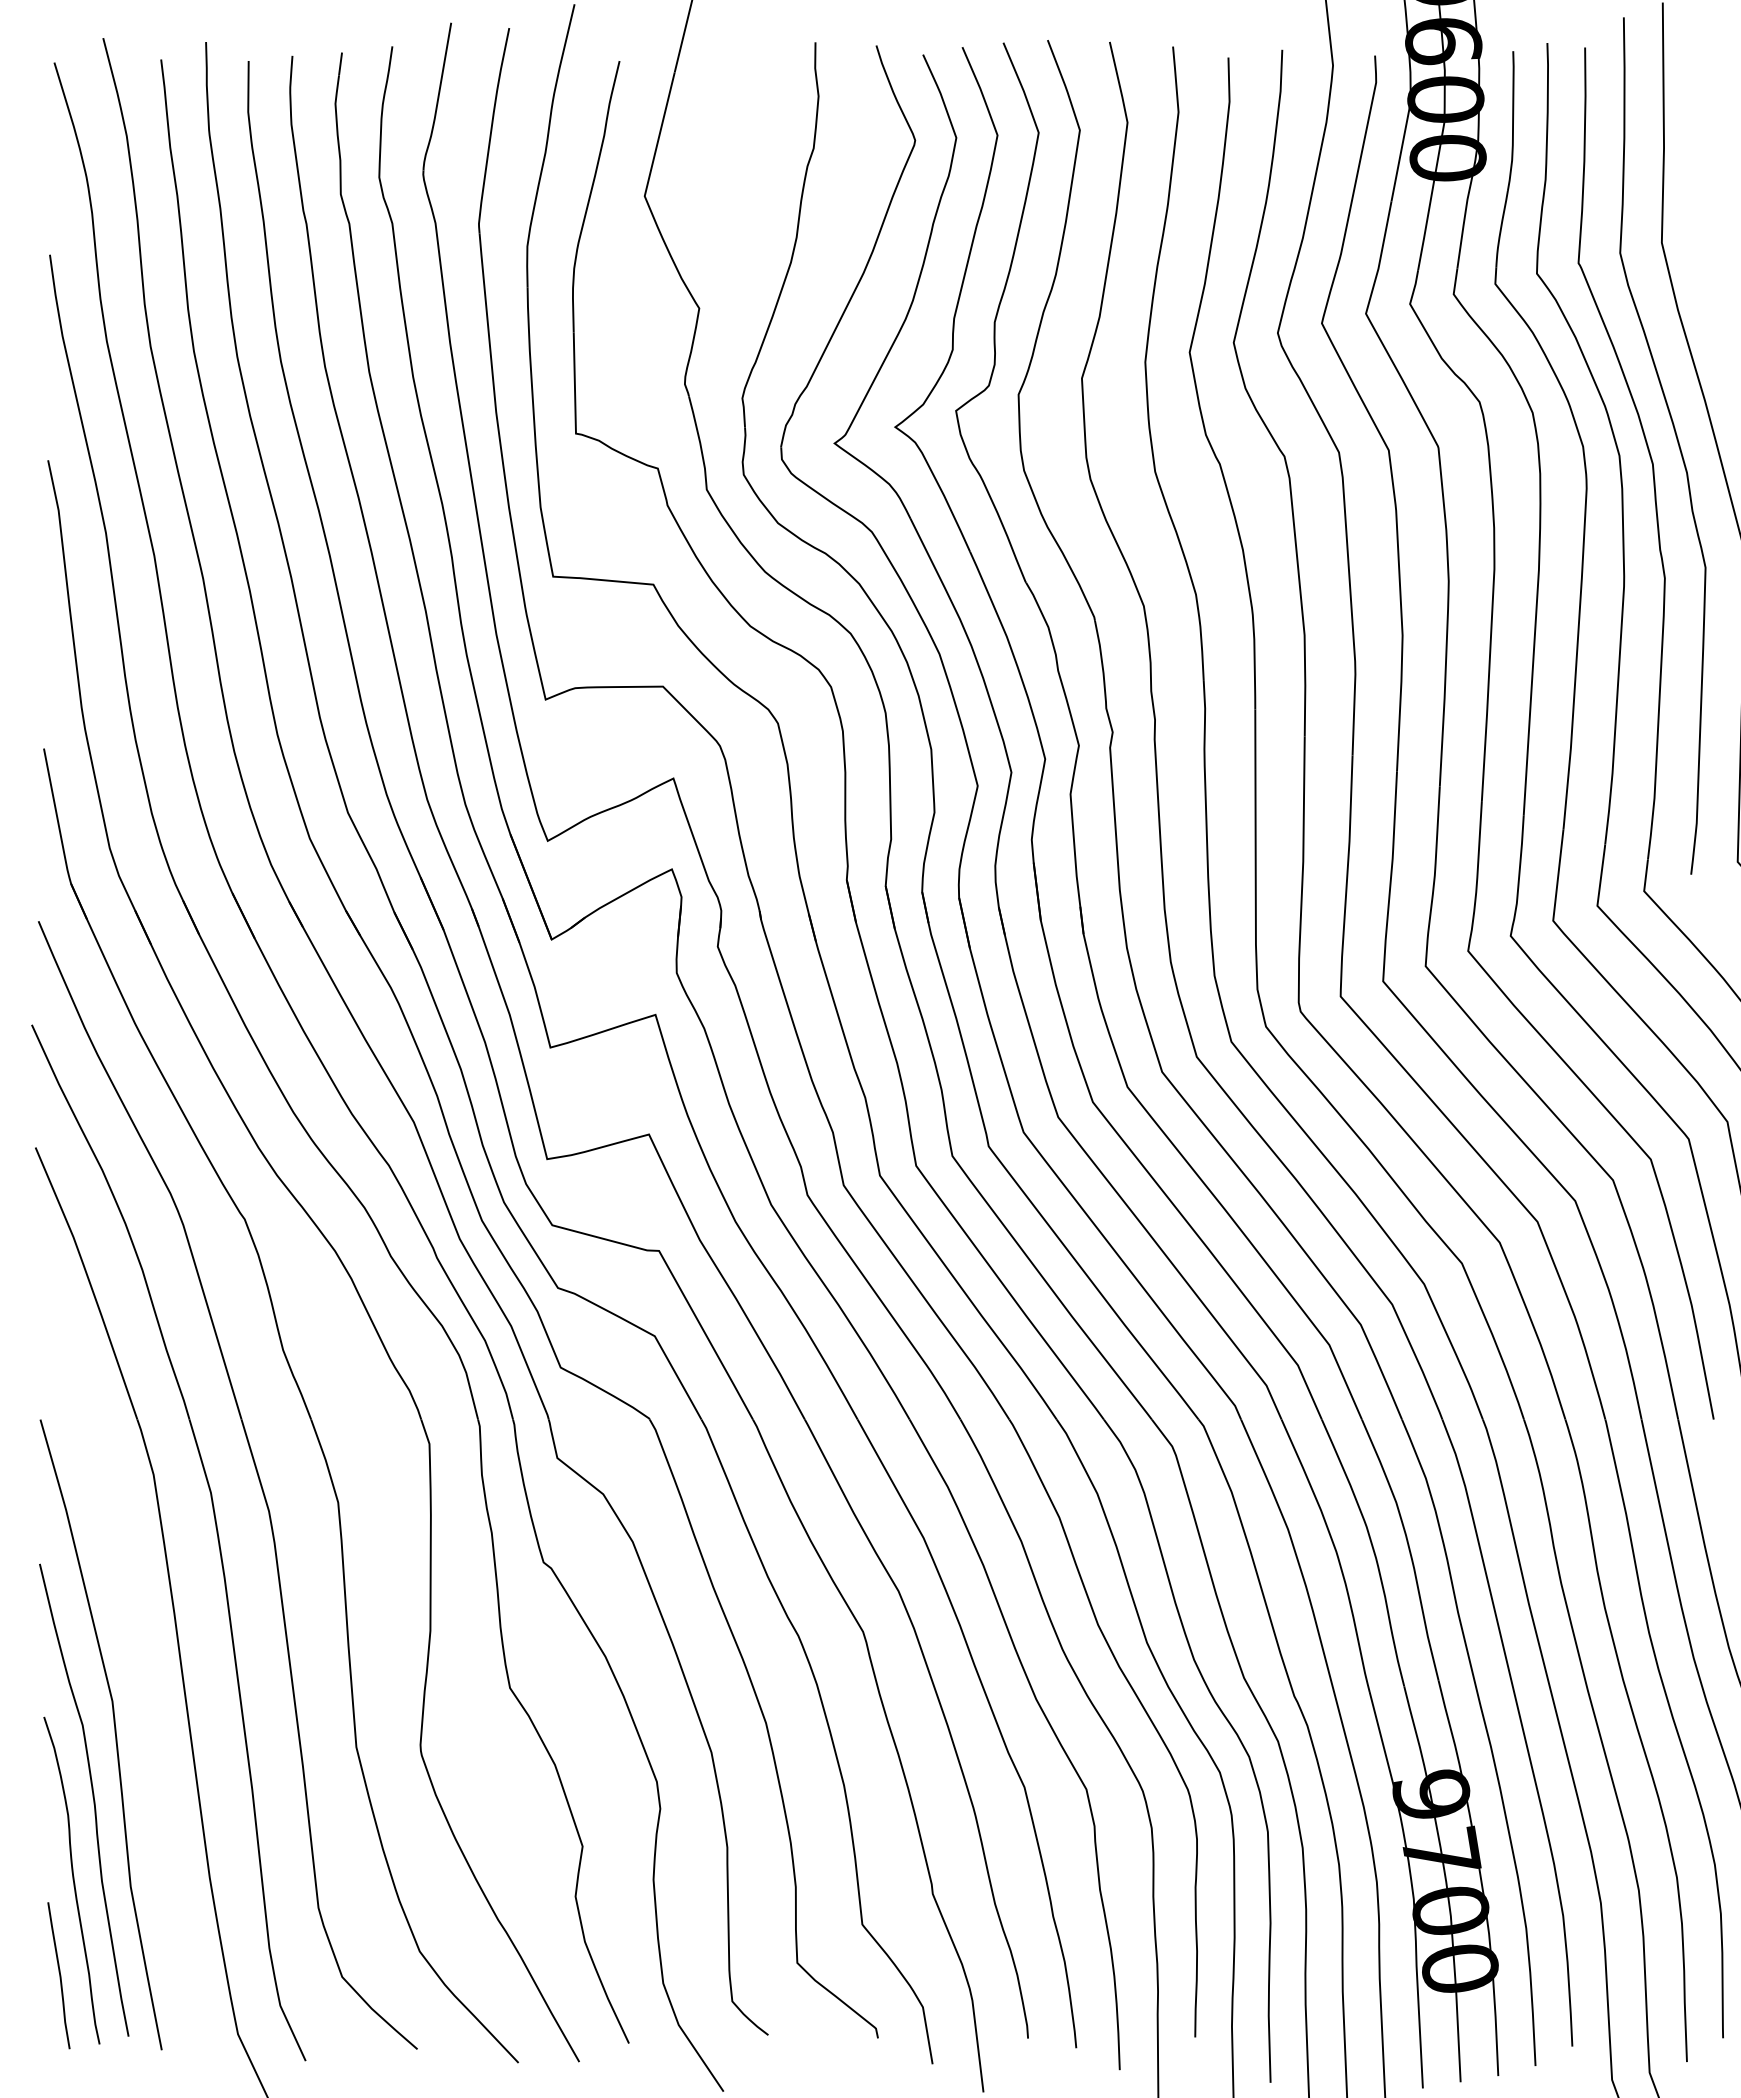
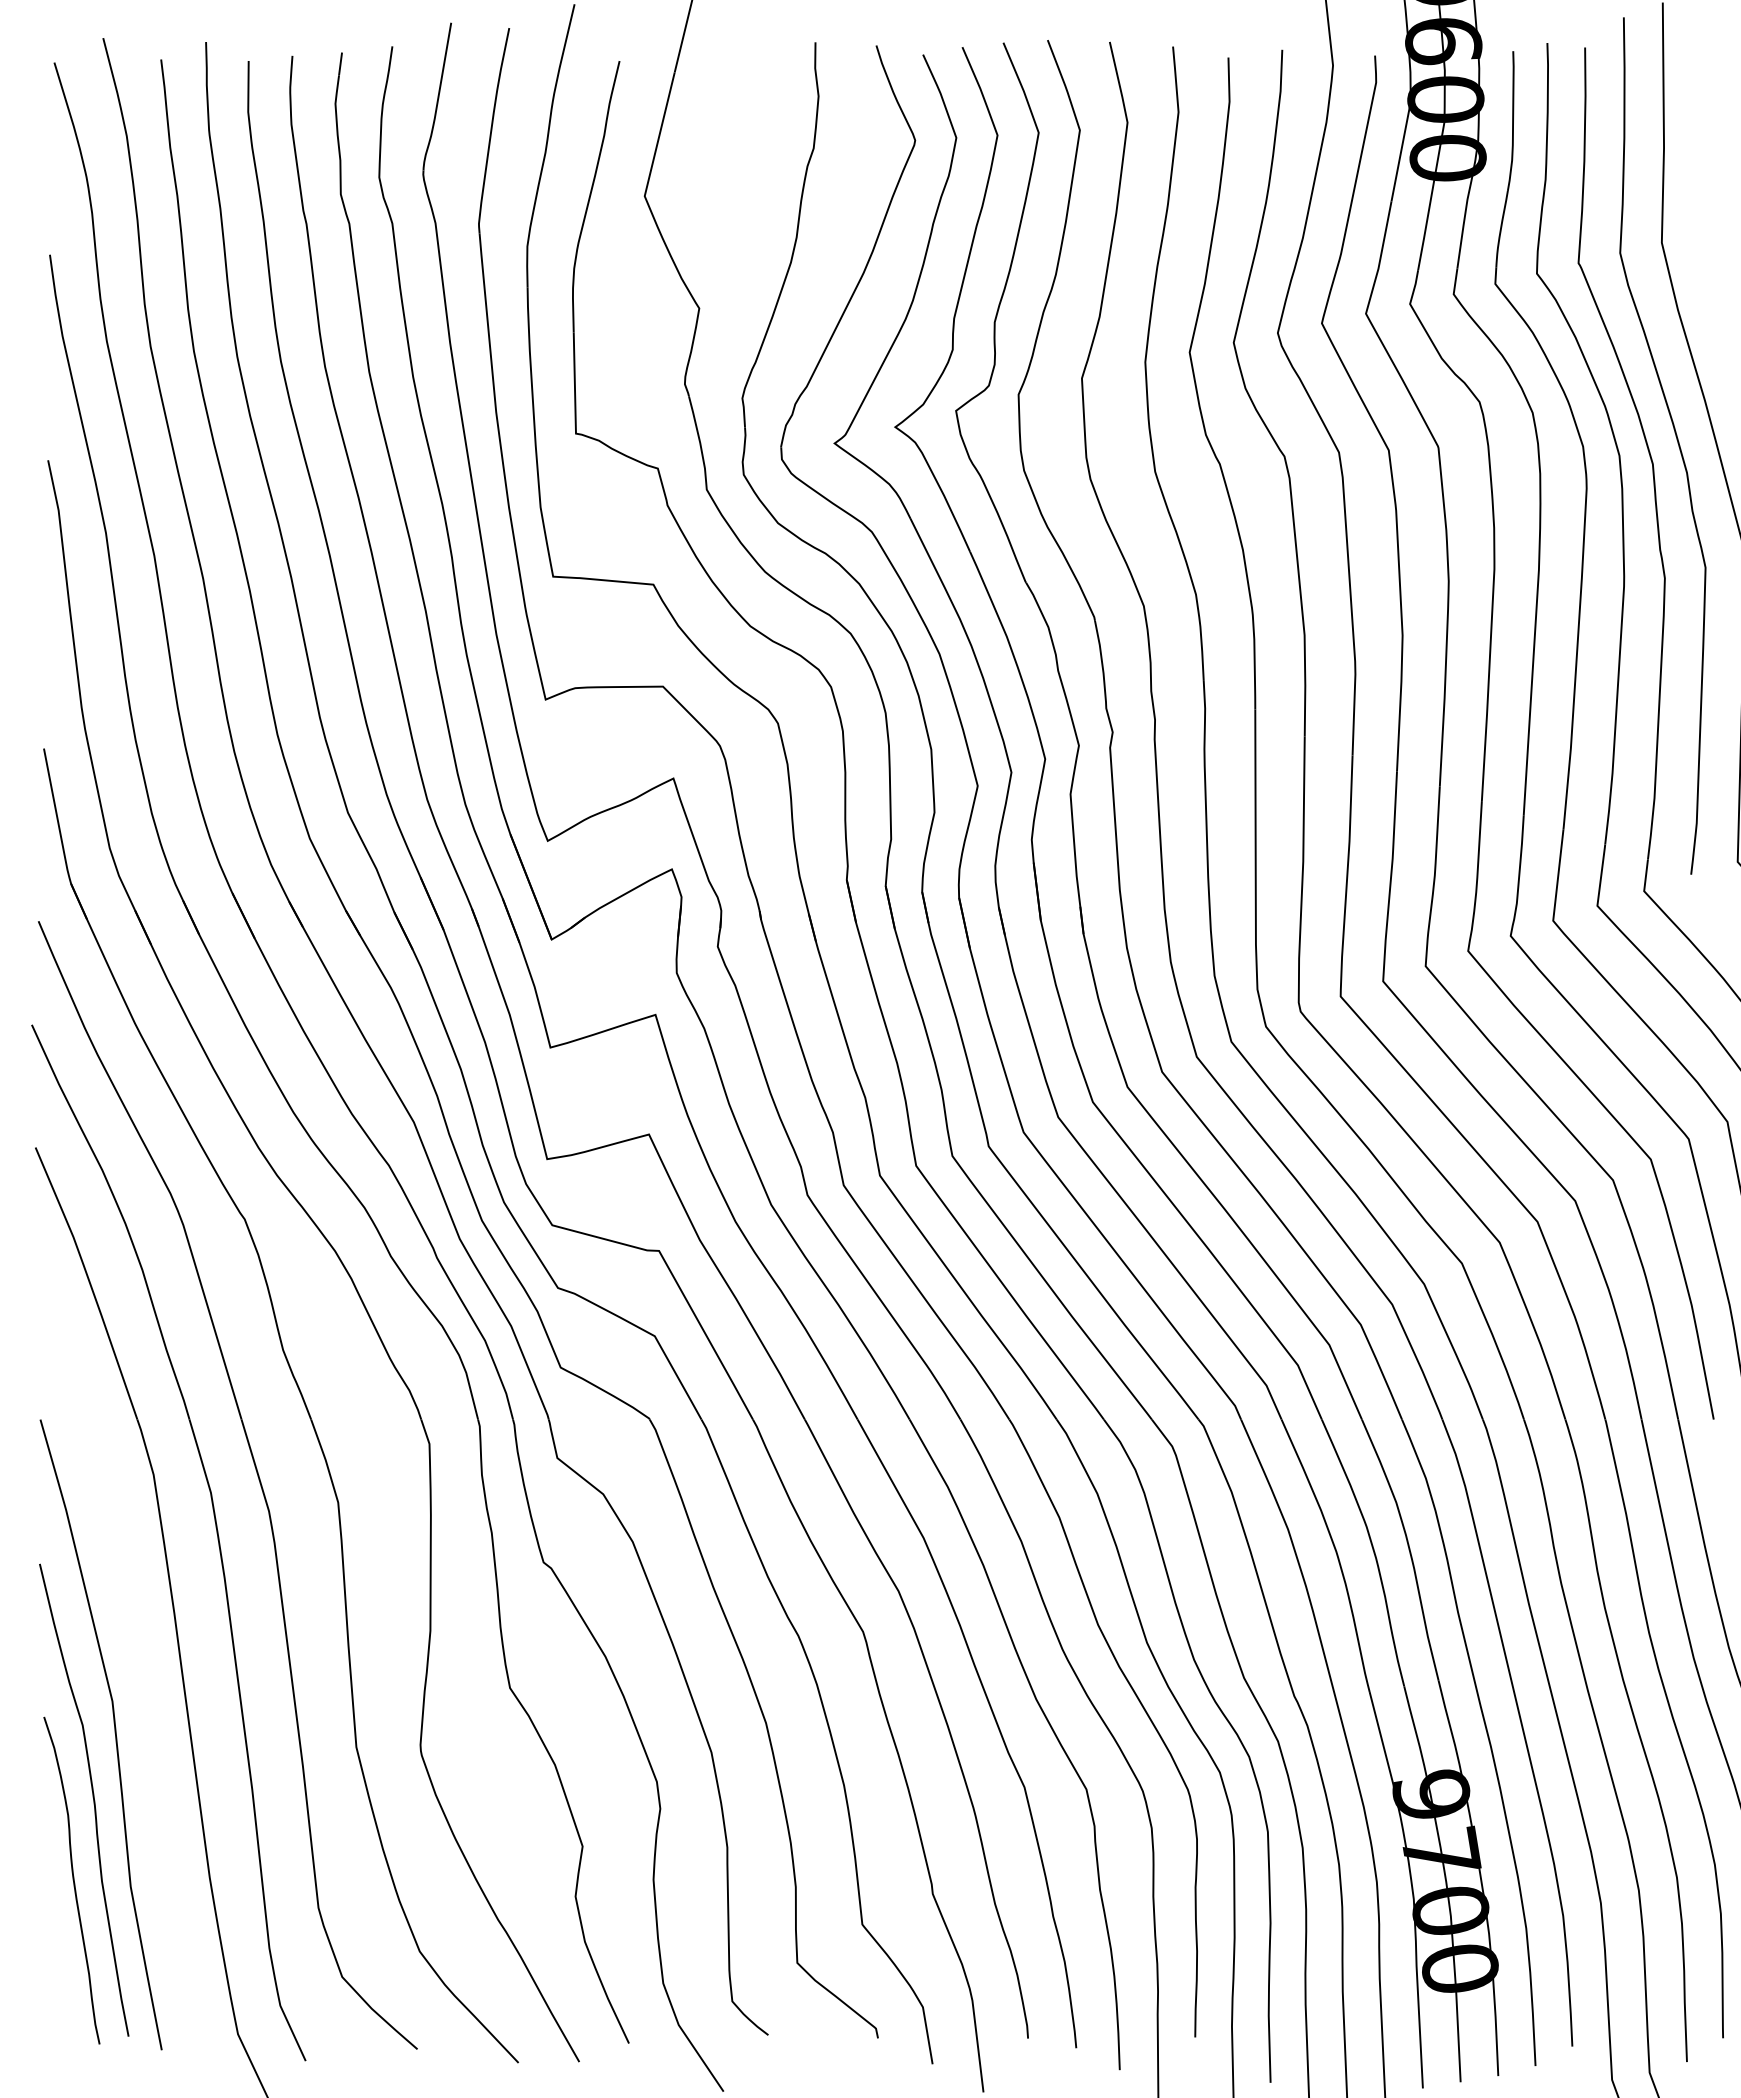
curve at (59, 1975): present -> none
